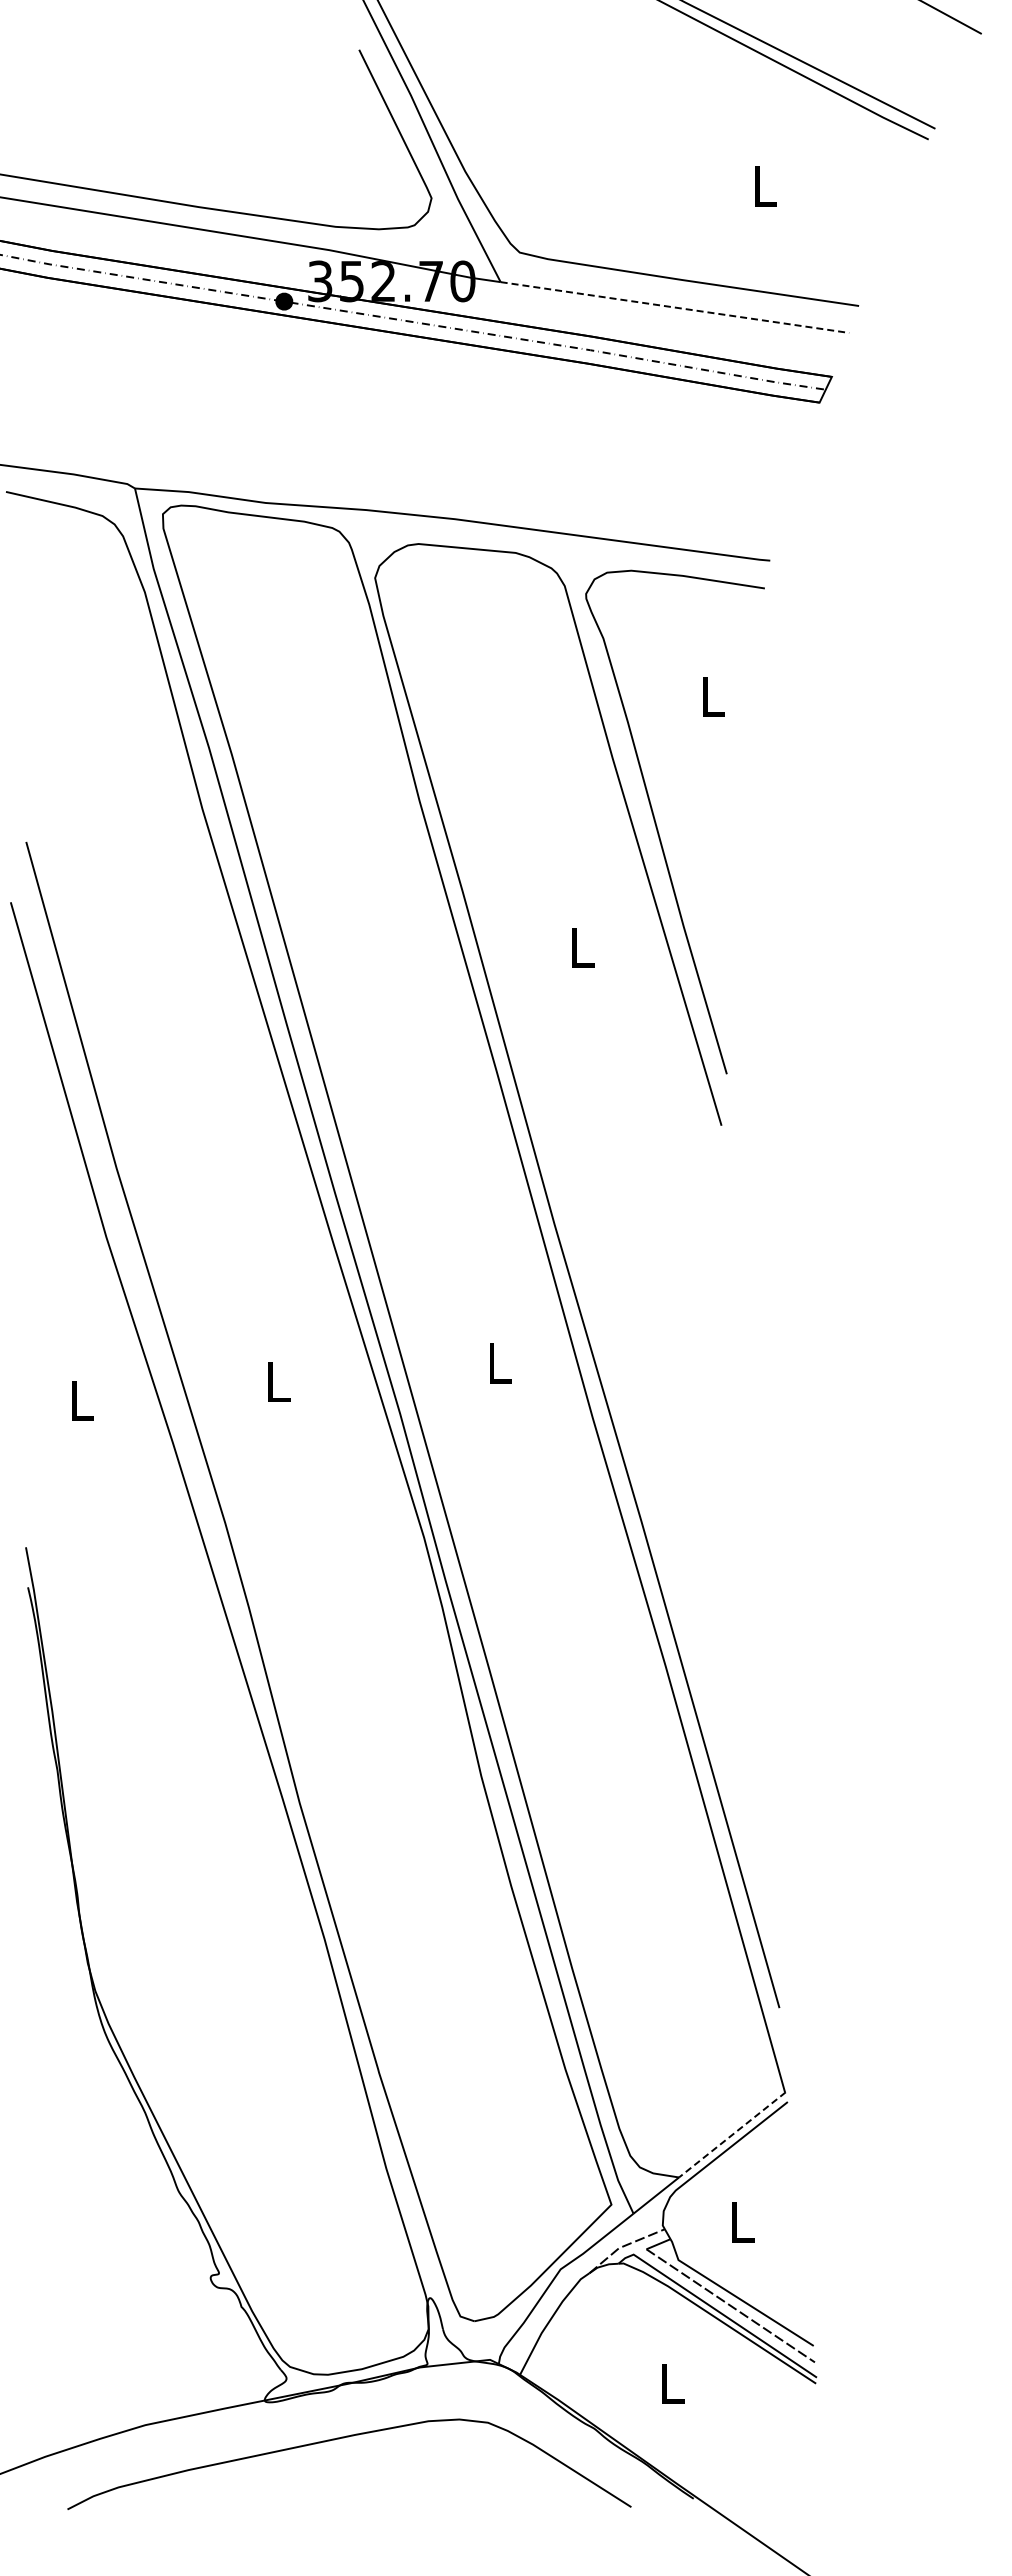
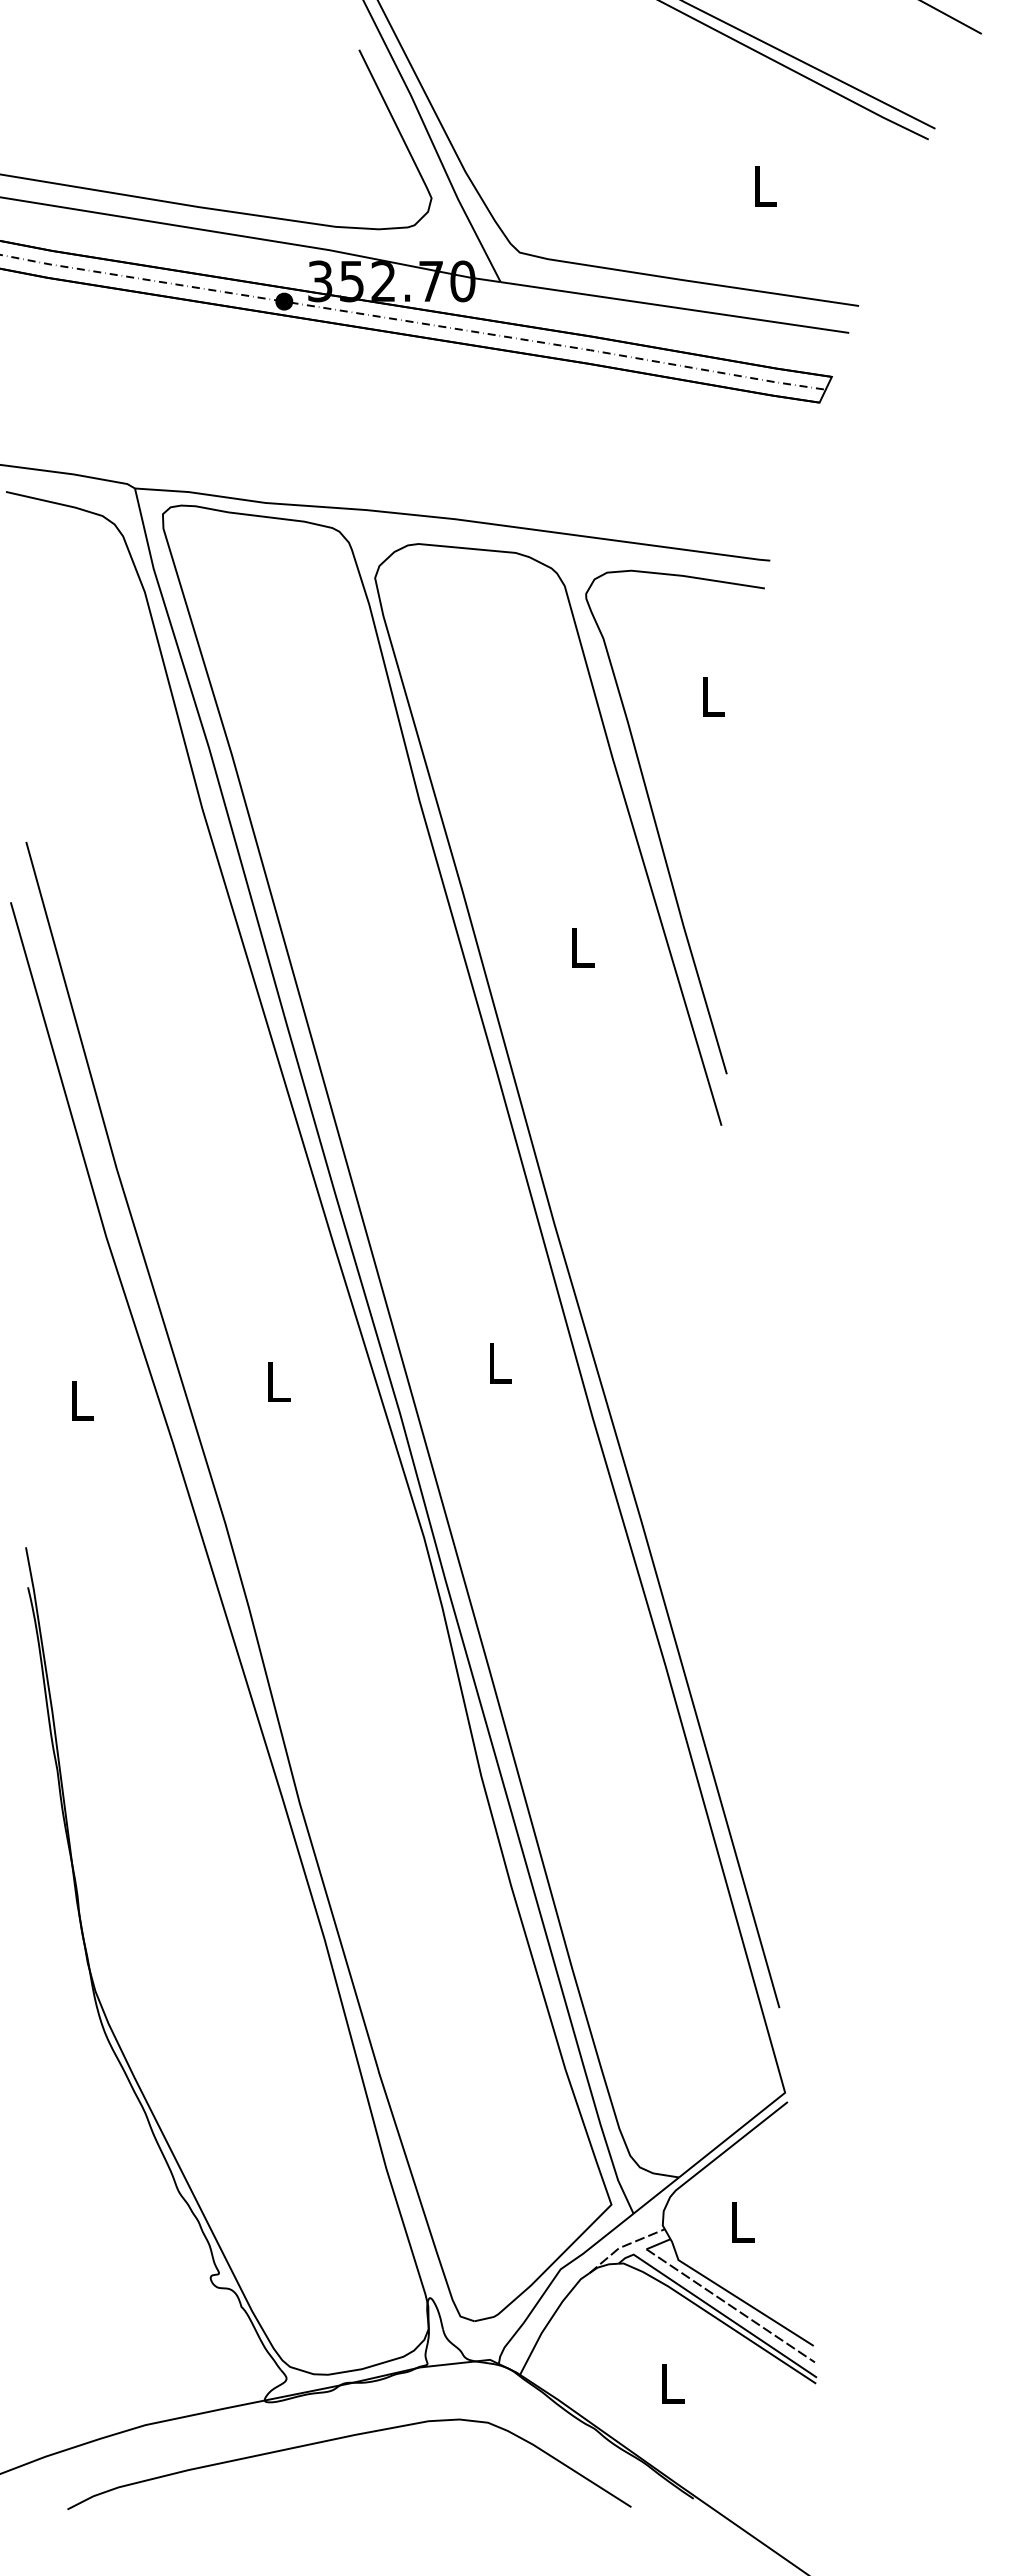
line at (675, 307): dashed -> solid
line at (732, 2135): dashed -> solid
